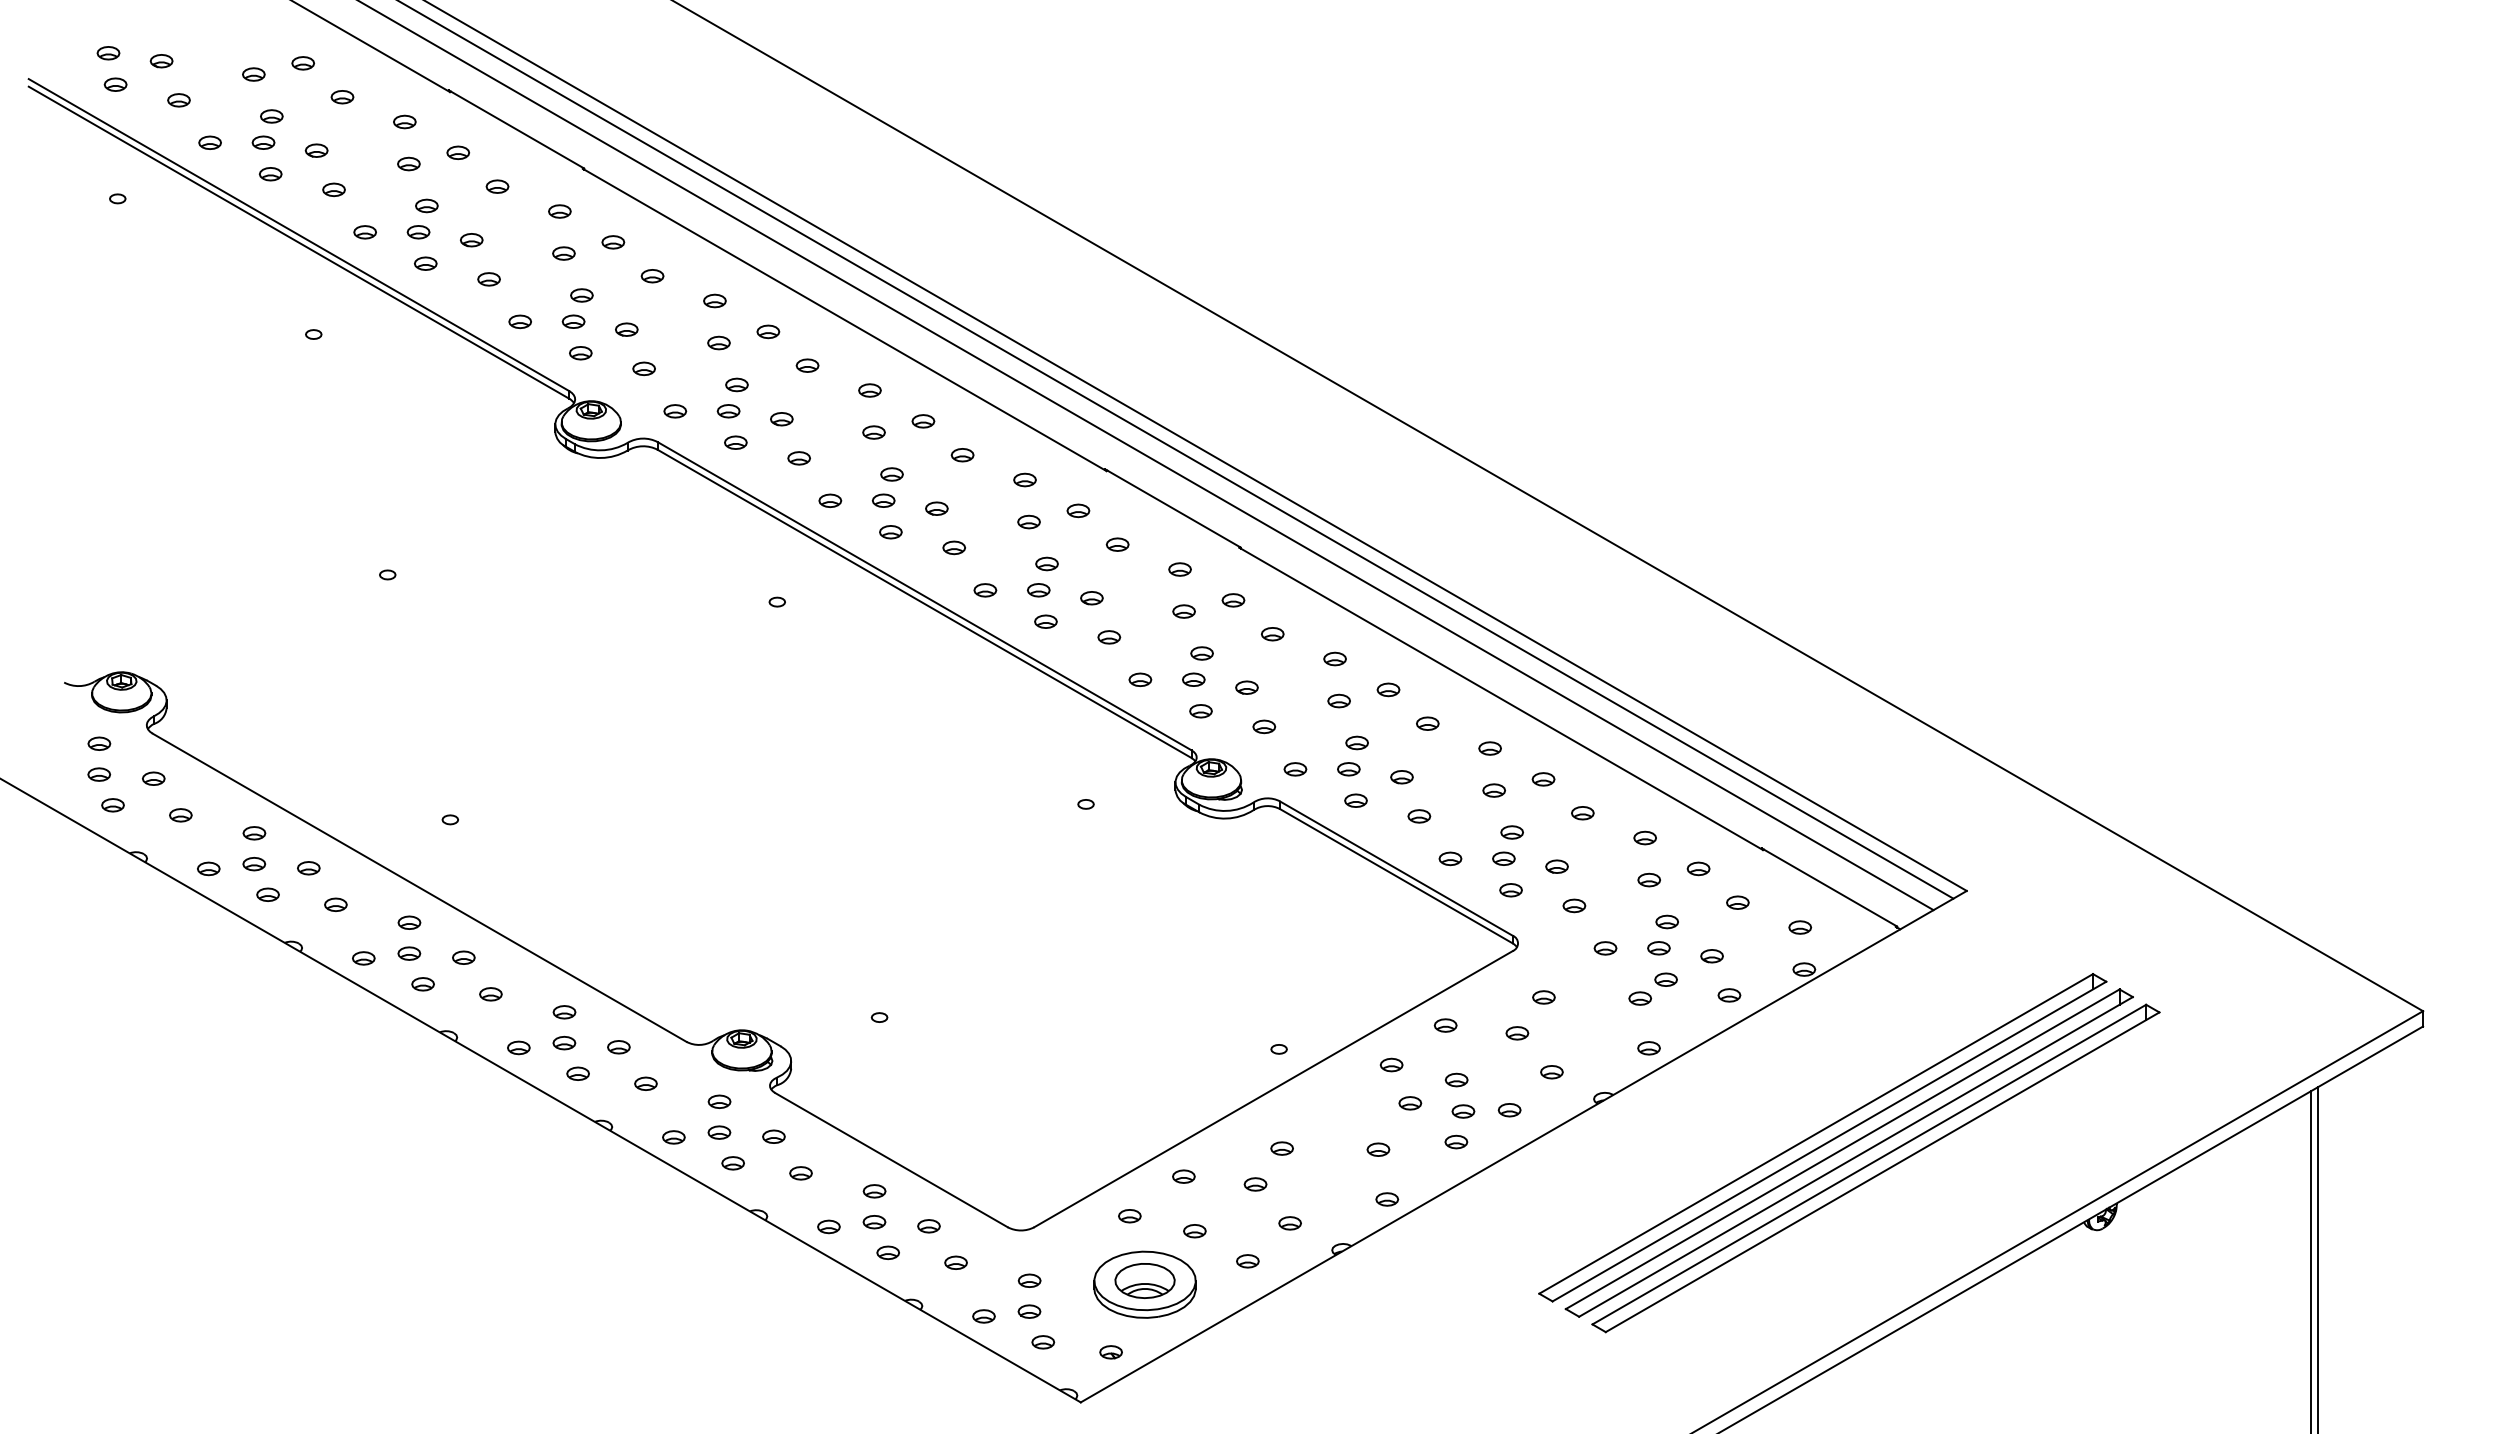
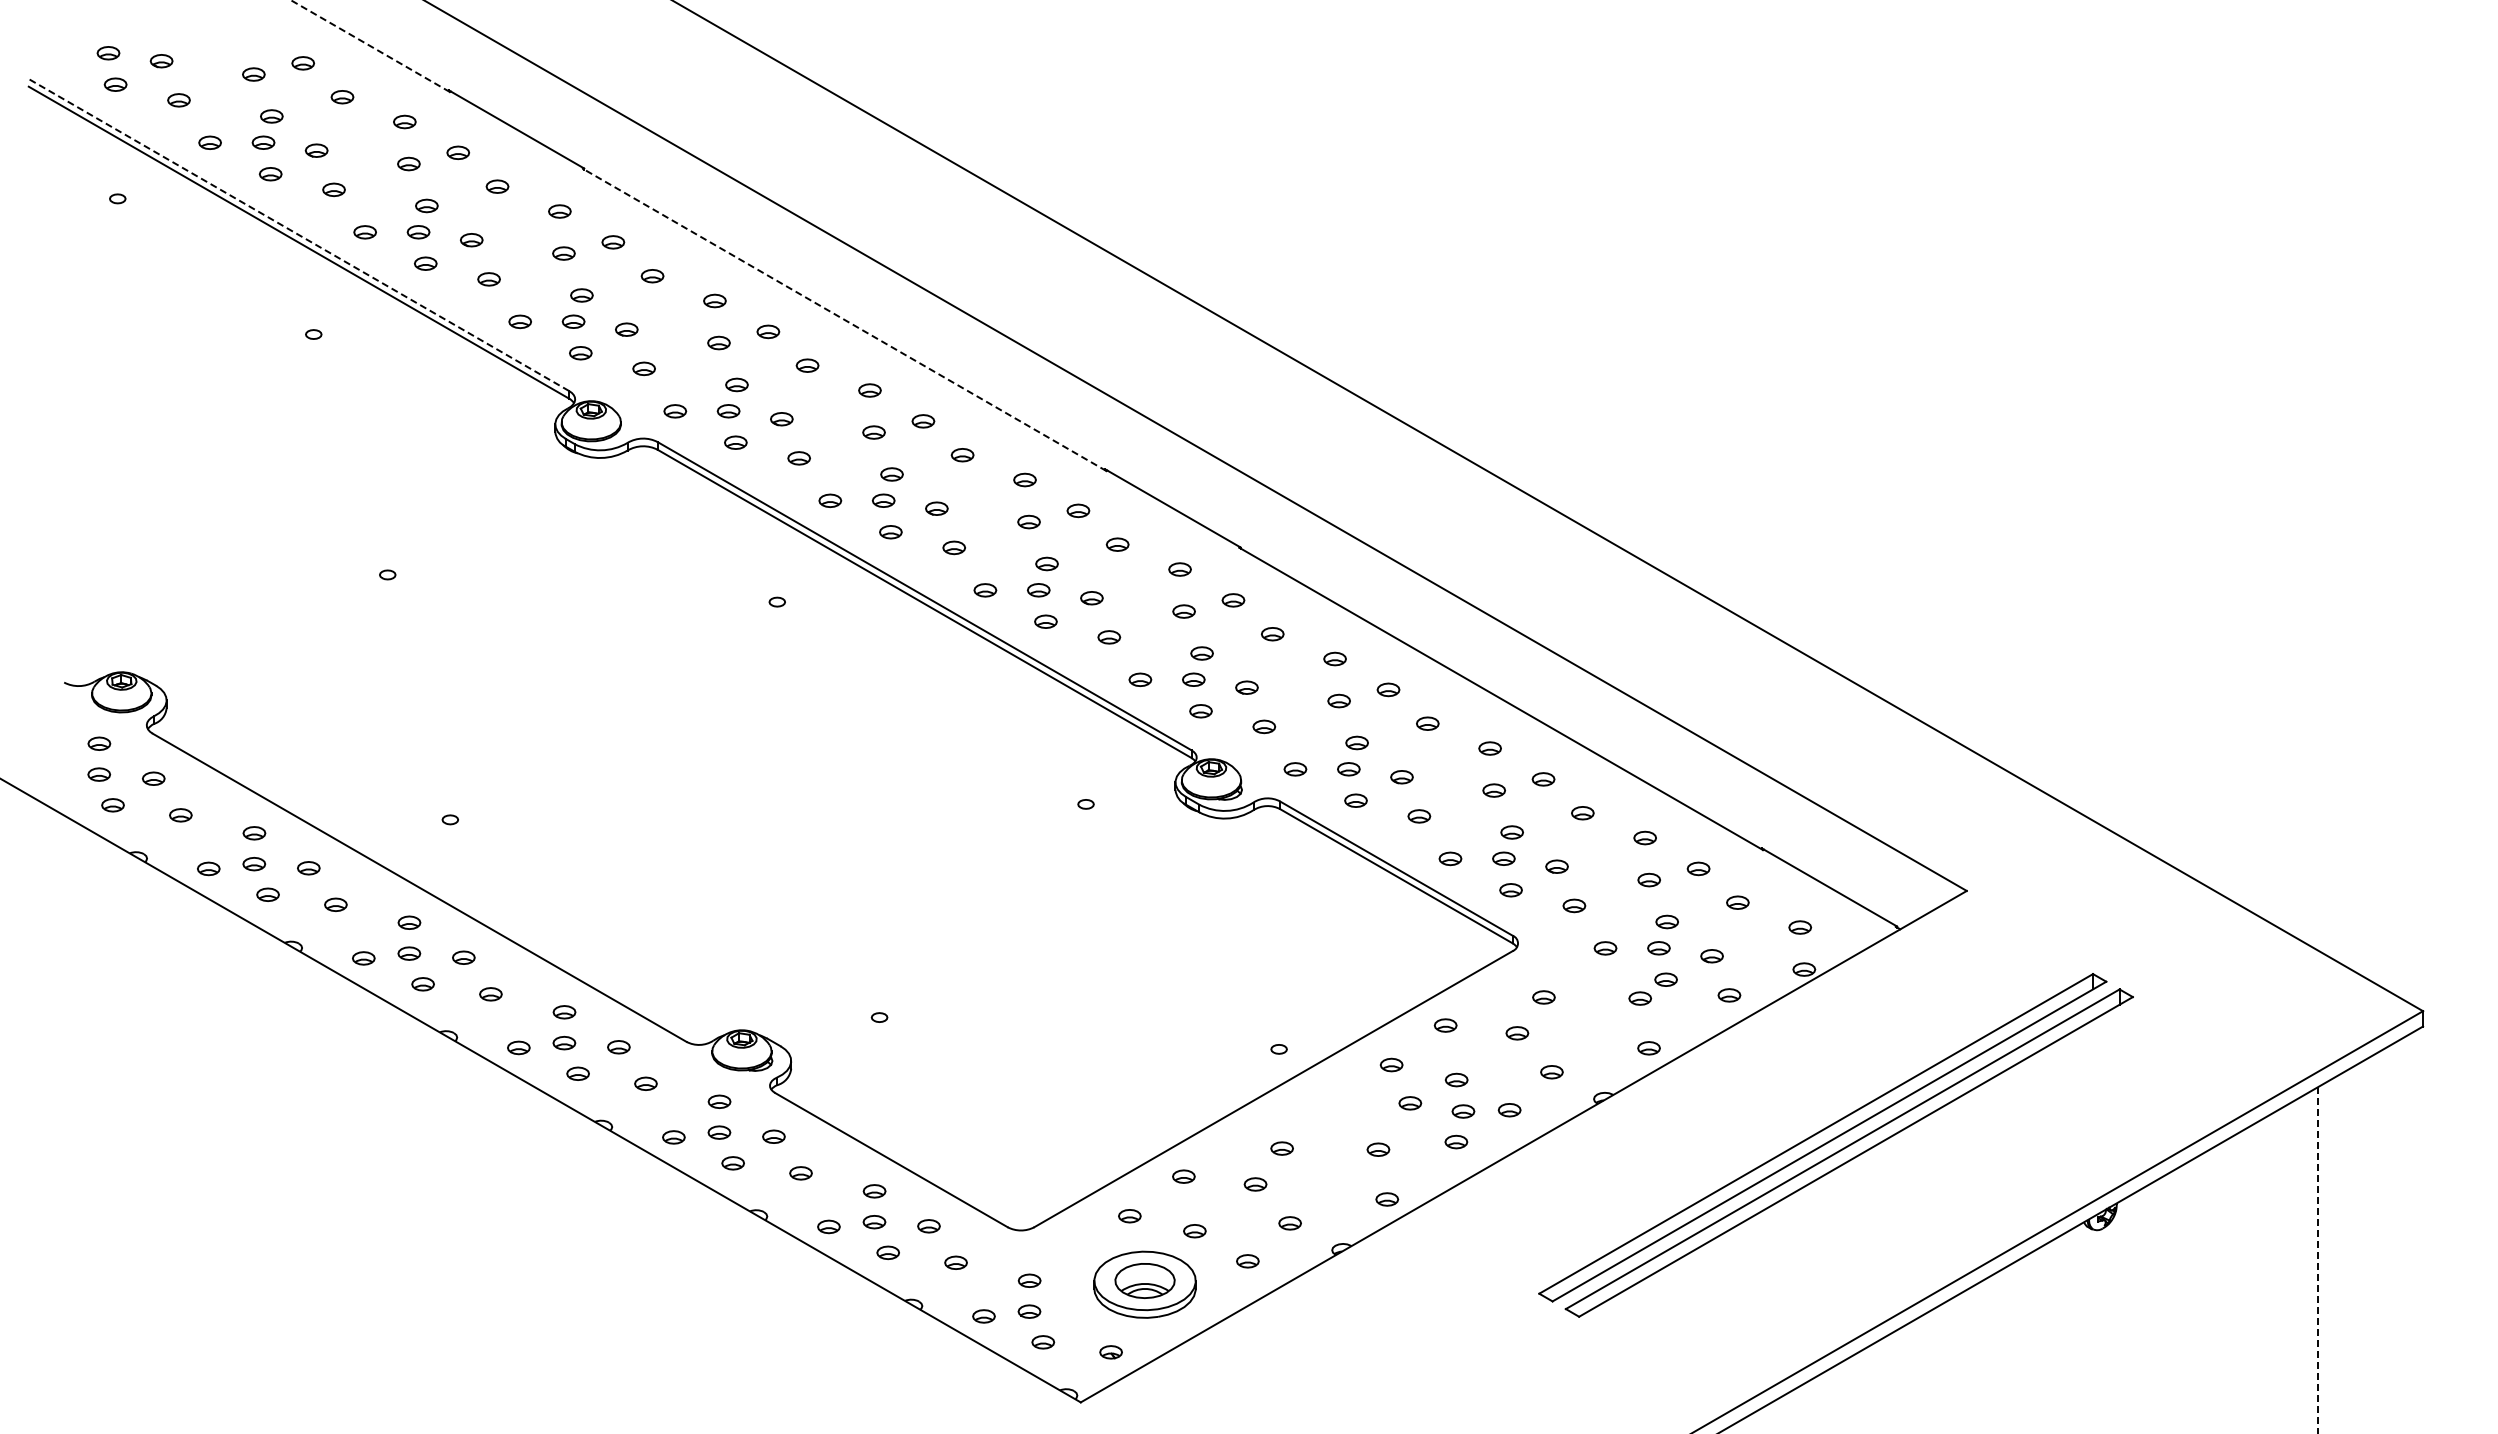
line at (370, 46): solid -> dashed
line at (298, 235): solid -> dashed
line at (844, 319): solid -> dashed
line at (1176, 450): present -> none
line at (1146, 456): present -> none
part at (1875, 1168): present -> none
line at (2311, 1260): present -> none
line at (2317, 1261): solid -> dashed
